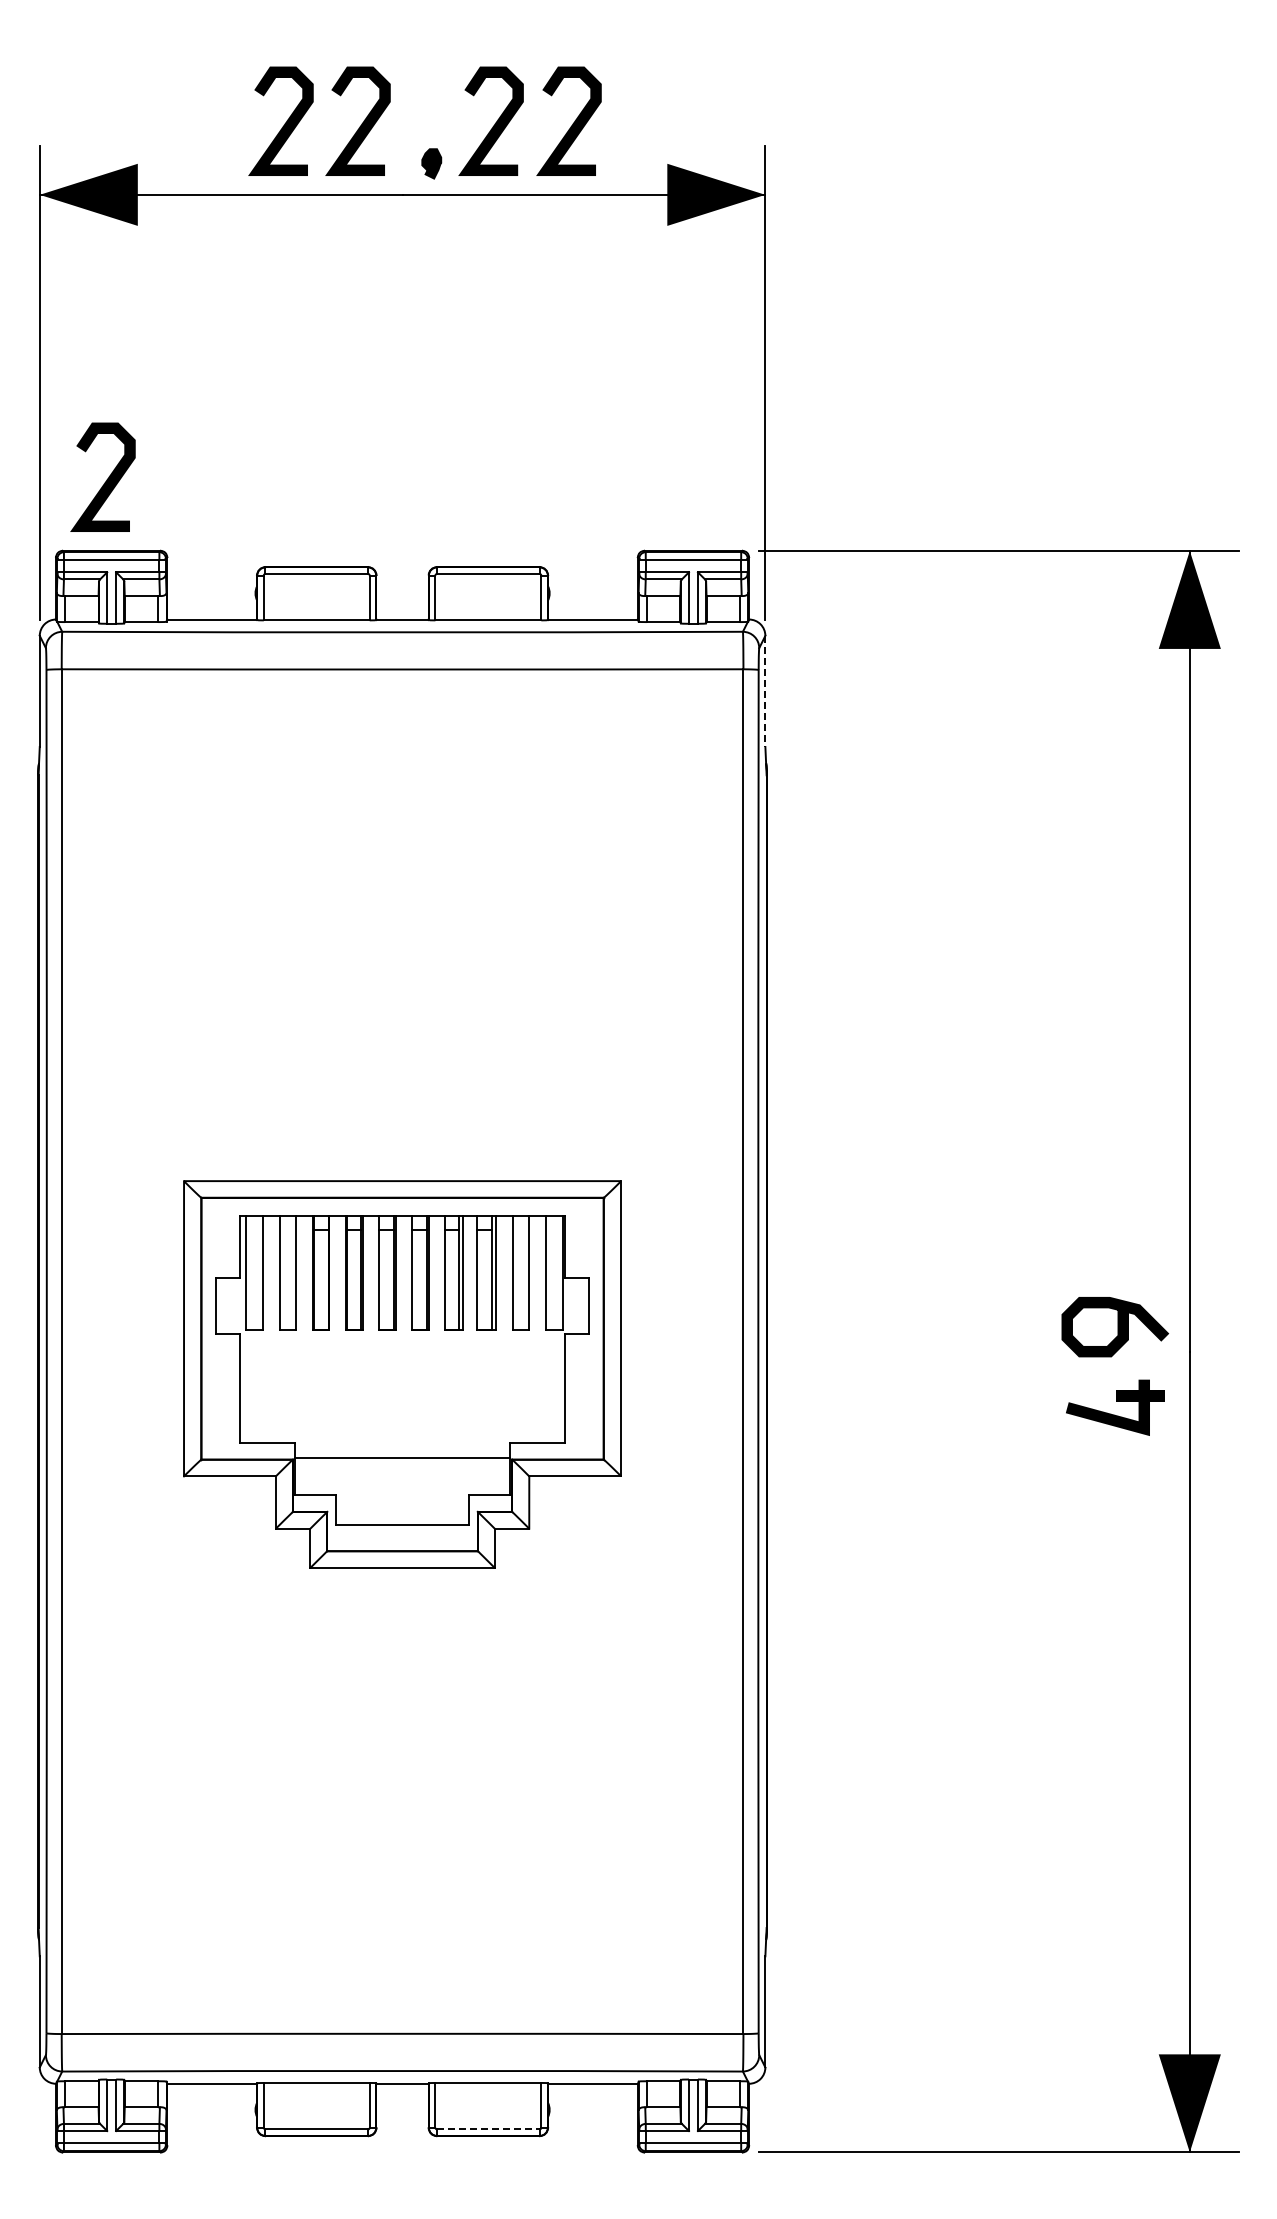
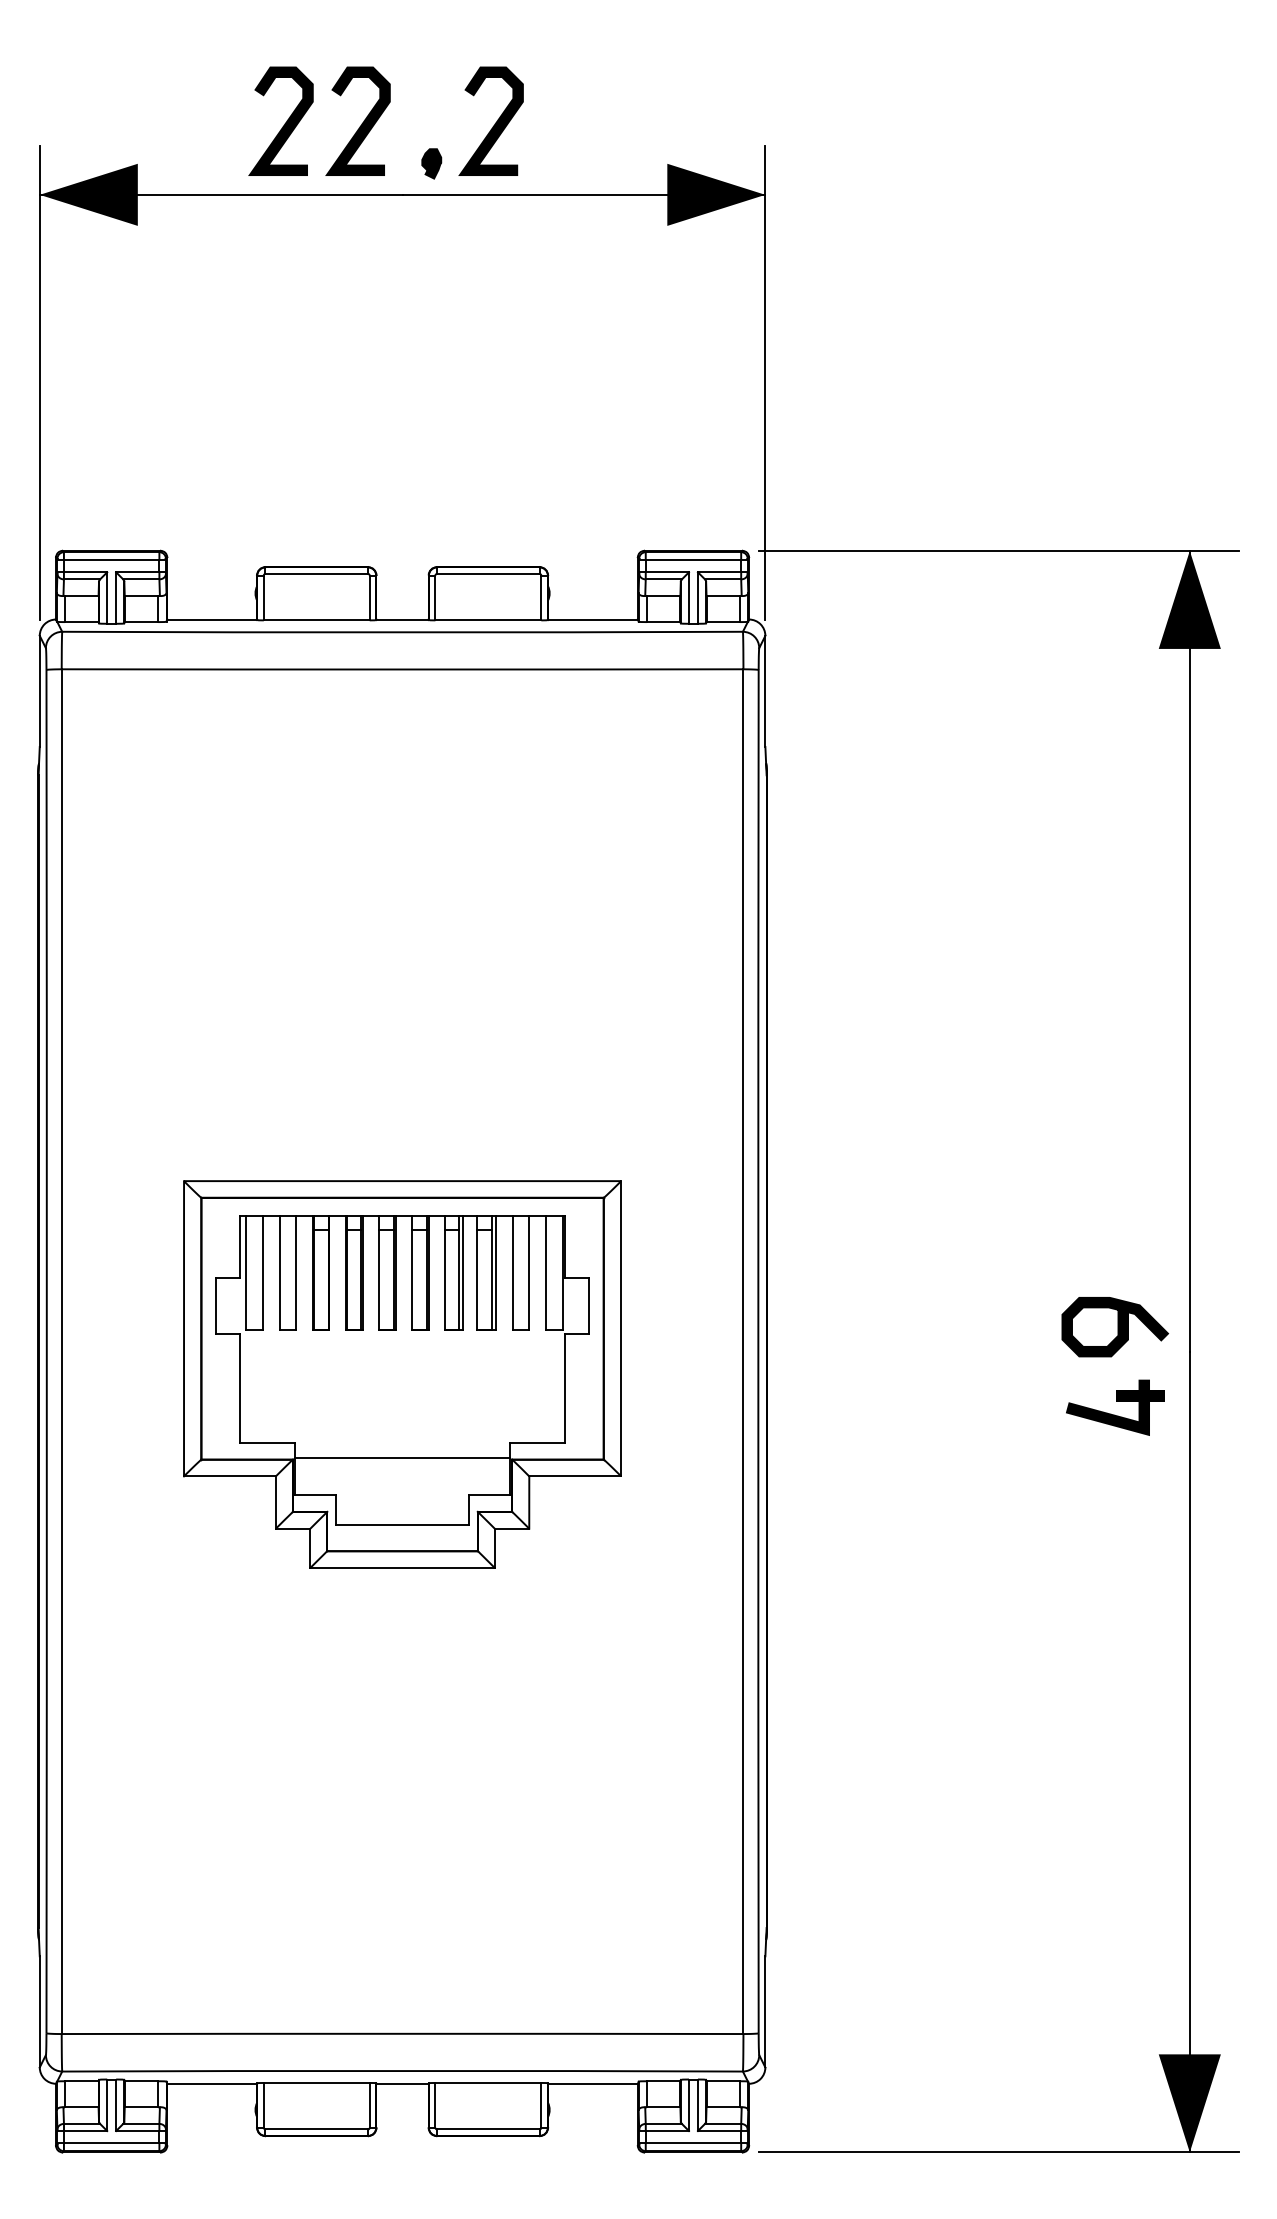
curve at (572, 123): present -> none
curve at (106, 479): present -> none
line at (765, 691): dashed -> solid
line at (488, 2129): dashed -> solid
